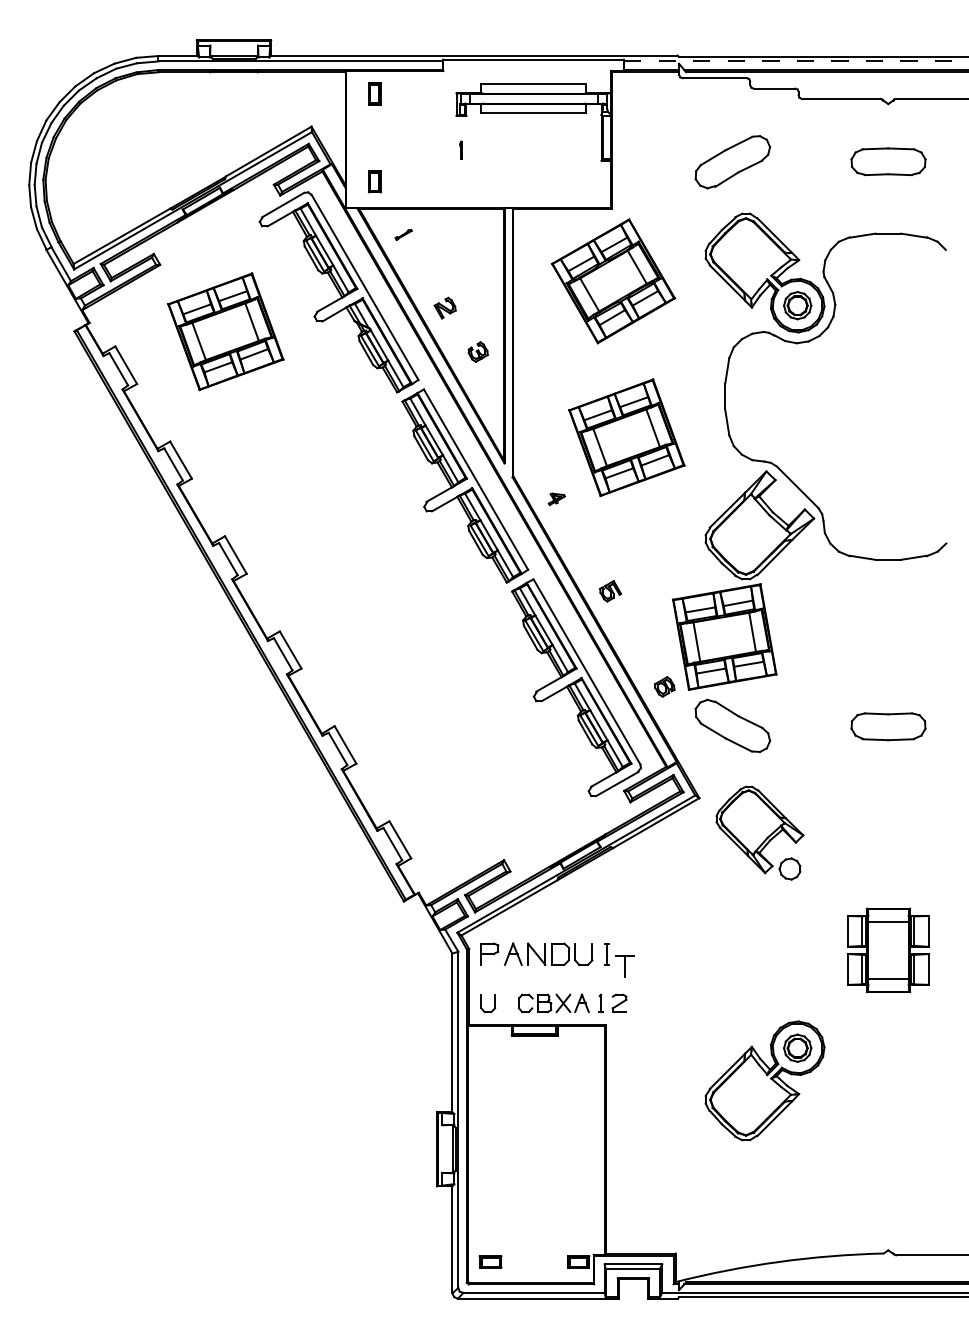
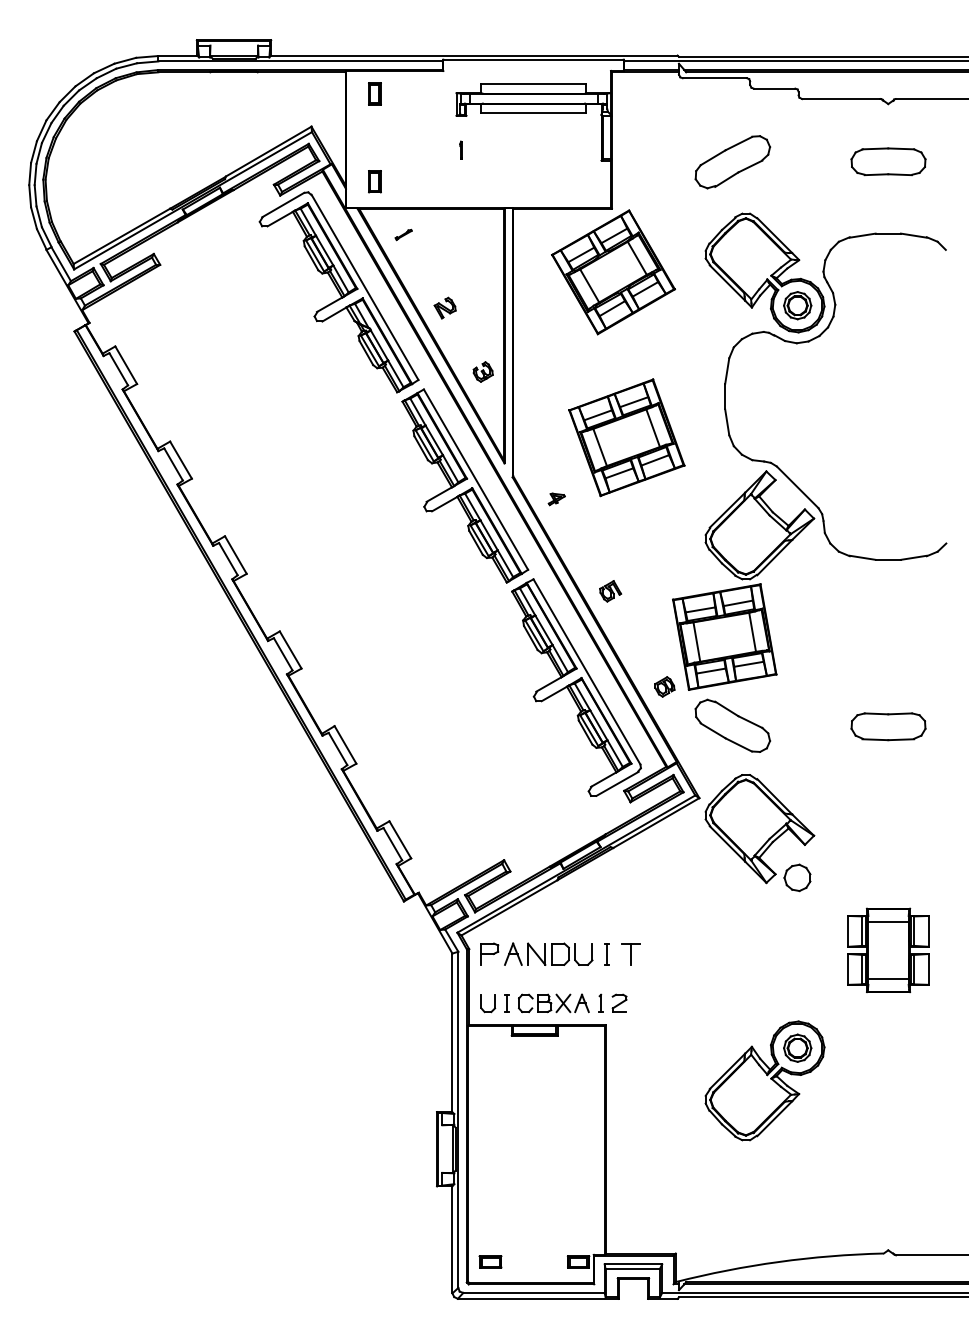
line at (797, 61): dashed -> solid
part at (613, 281) position: (613, 281) -> (613, 272)
part at (225, 331): present -> none
part at (477, 351) position: (477, 351) -> (482, 371)
part at (759, 832) size: 90x96 px -> 112x119 px
part at (624, 966) position: (624, 966) -> (630, 954)
part at (506, 1003): none -> present
